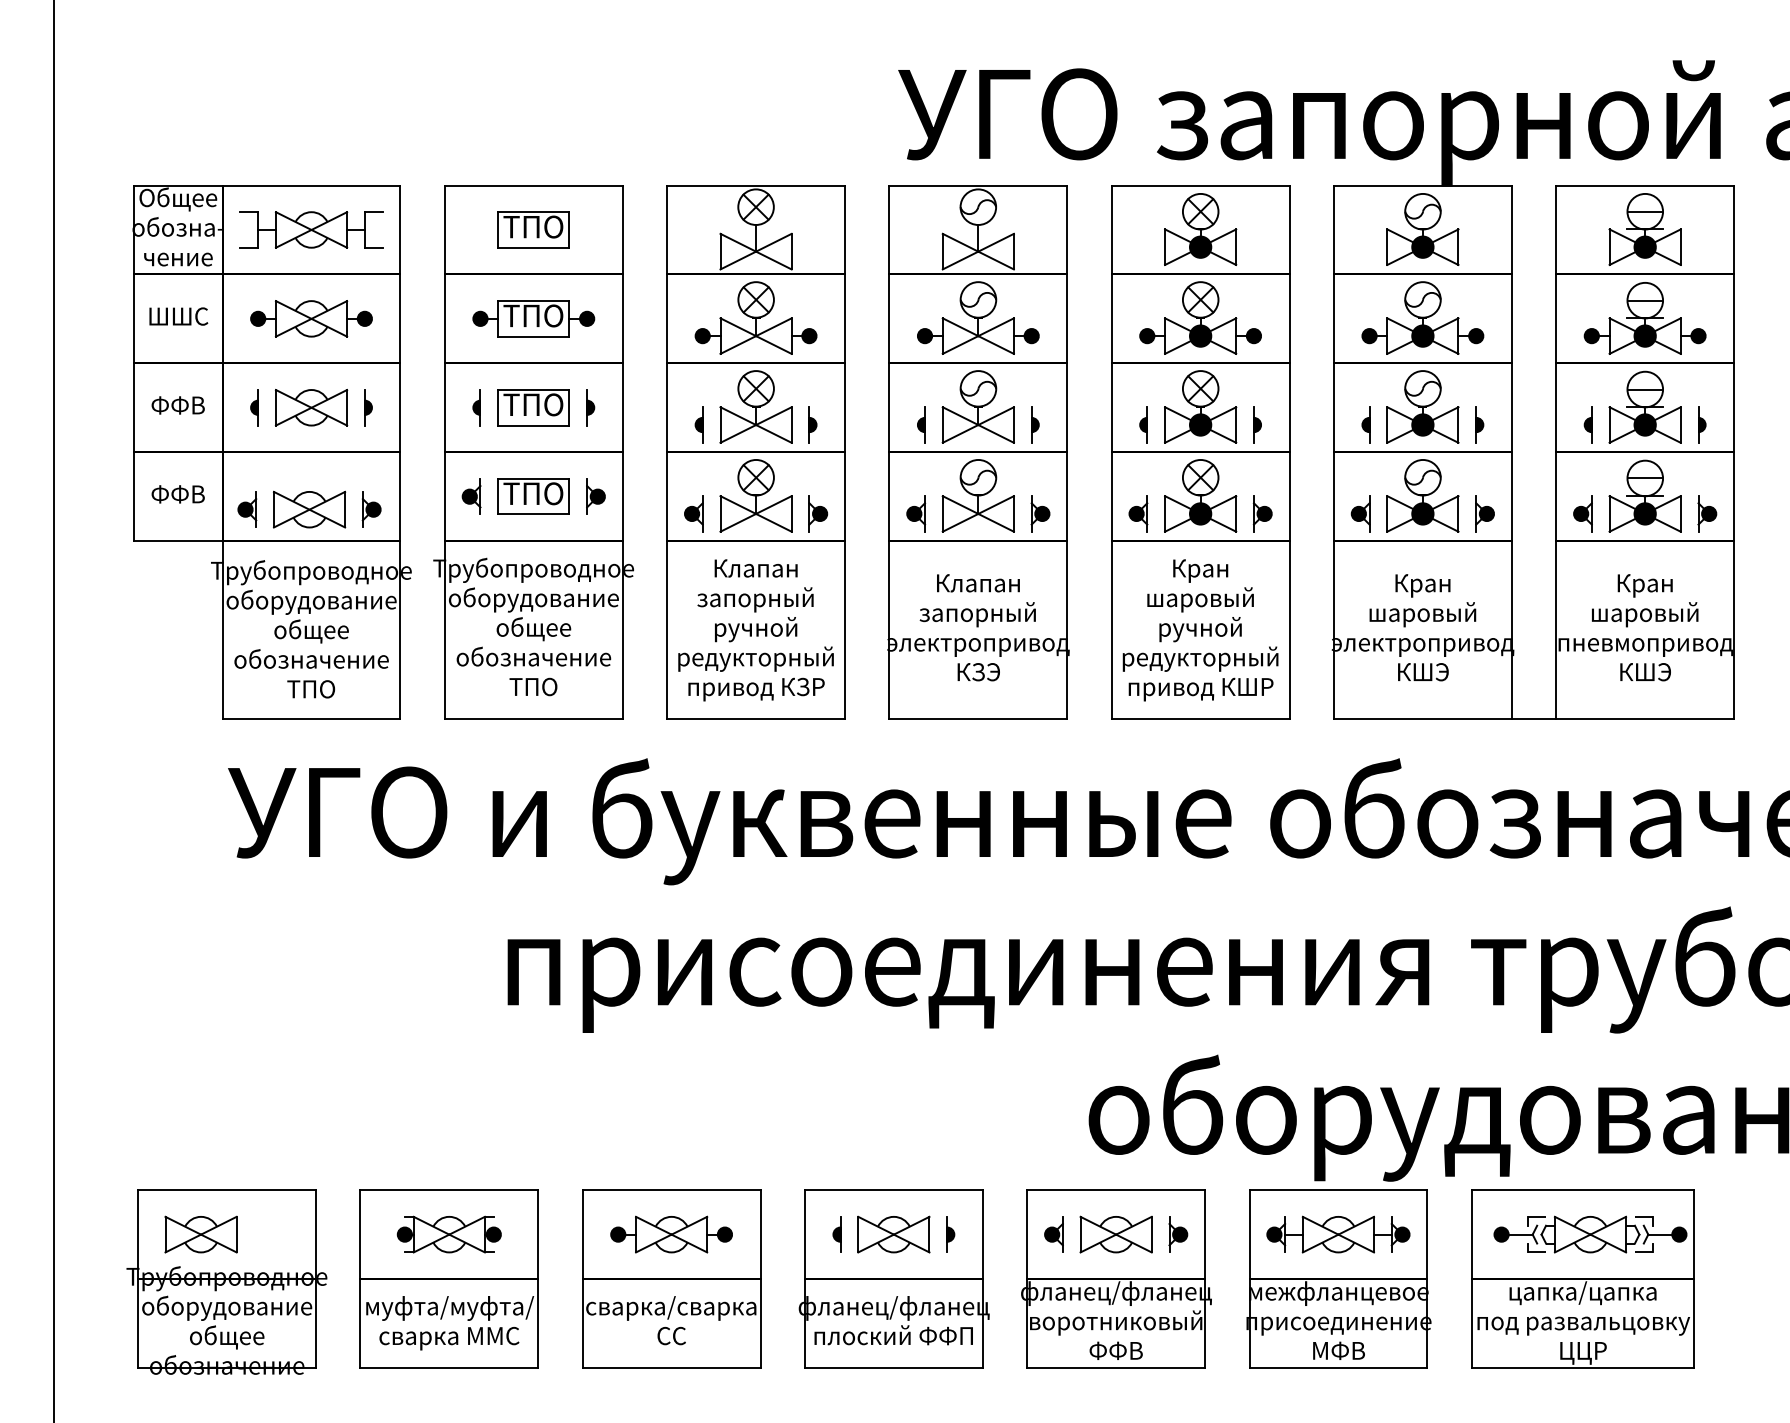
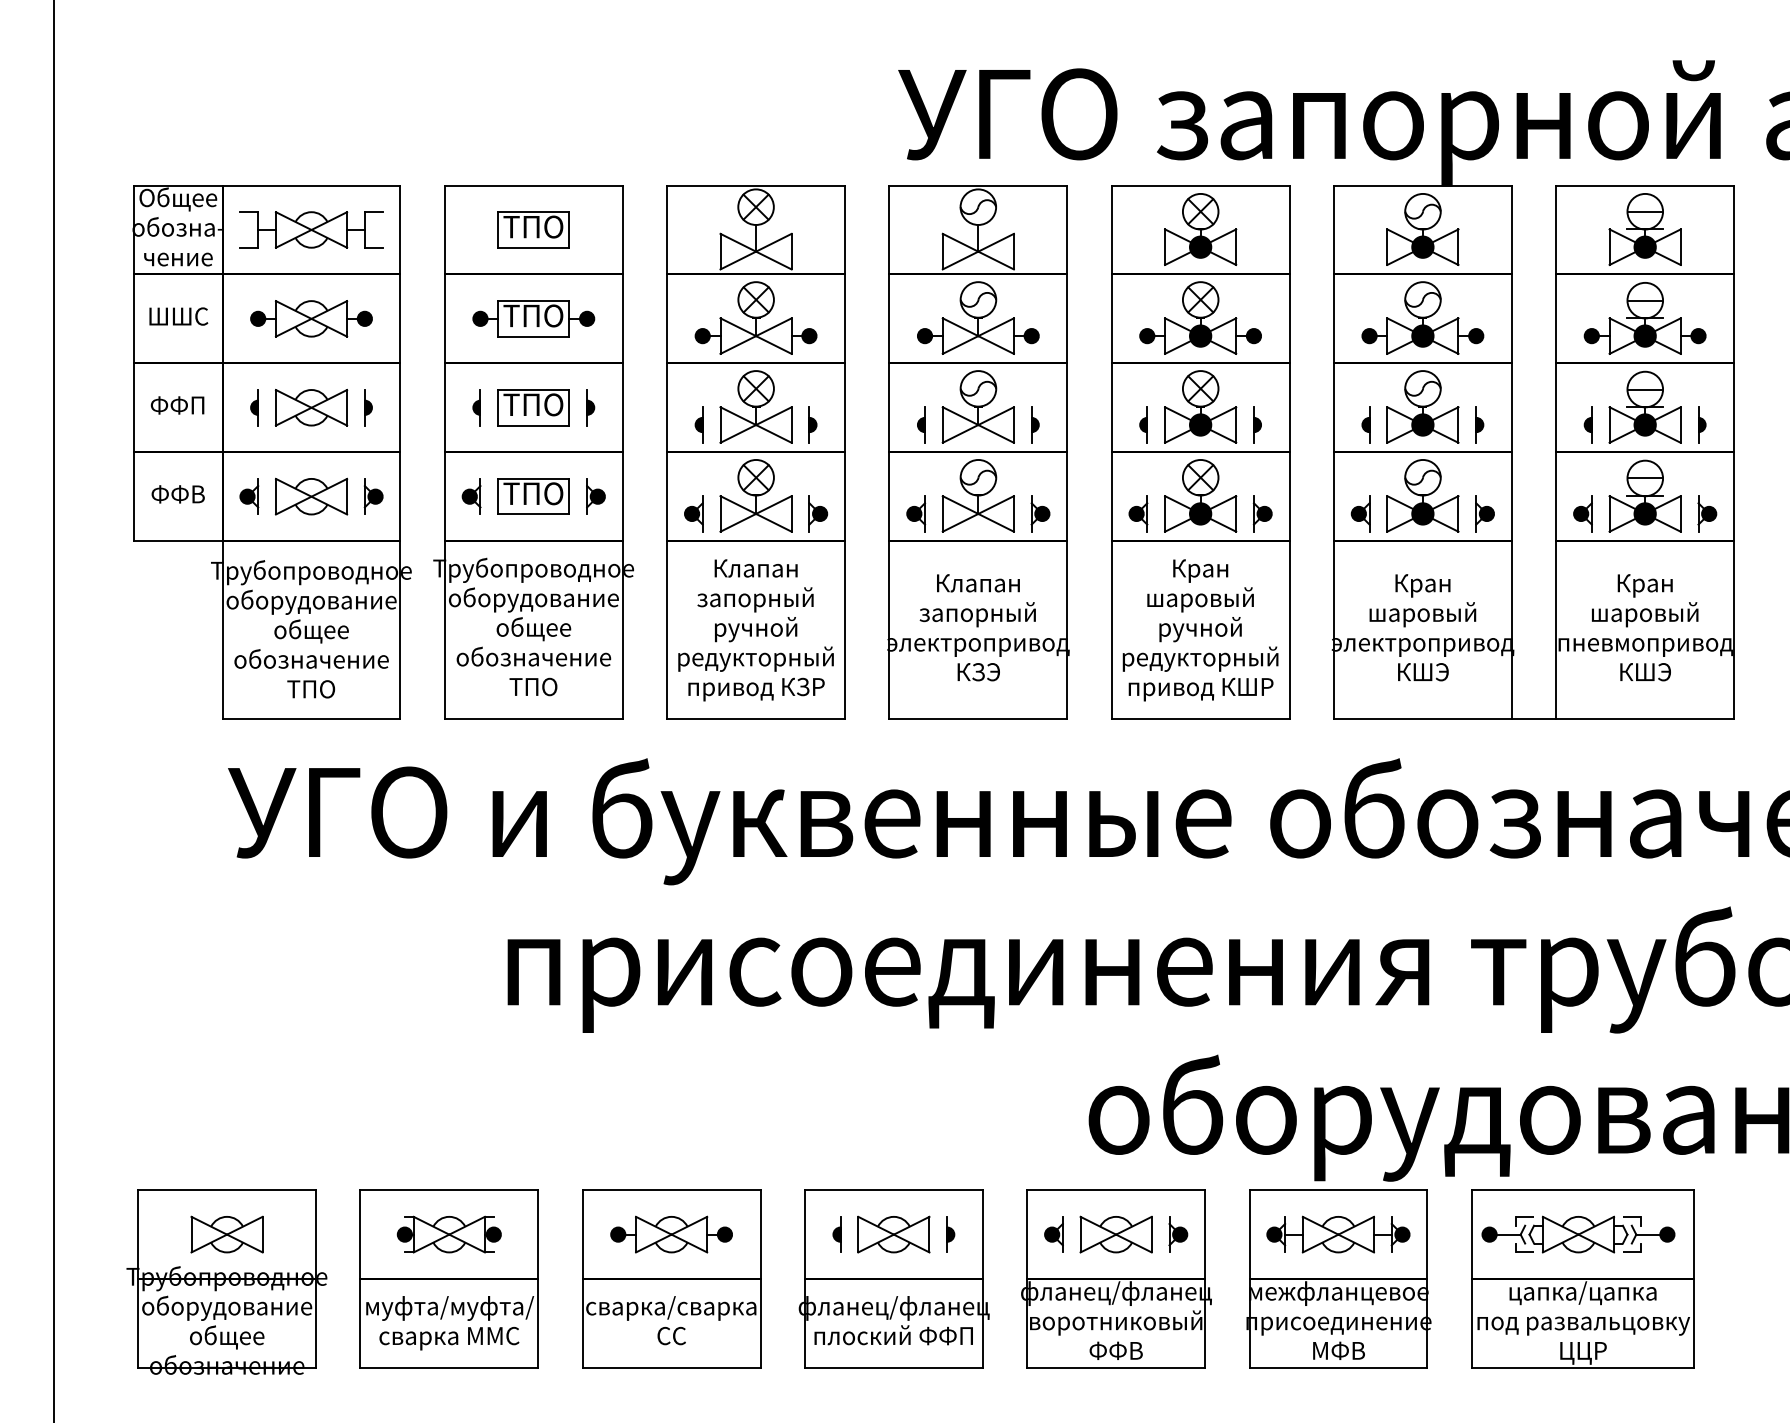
text at (177, 405): ФФВ -> ФФП
part at (309, 509) position: (309, 509) -> (311, 496)
part at (200, 1234) position: (200, 1234) -> (226, 1234)
part at (1590, 1234) position: (1590, 1234) -> (1578, 1234)
